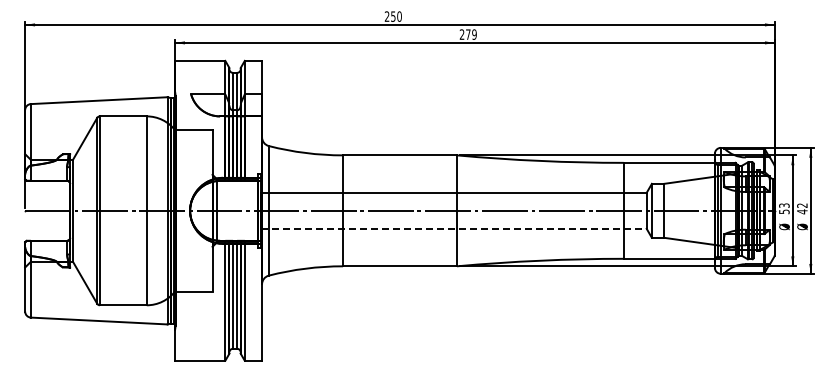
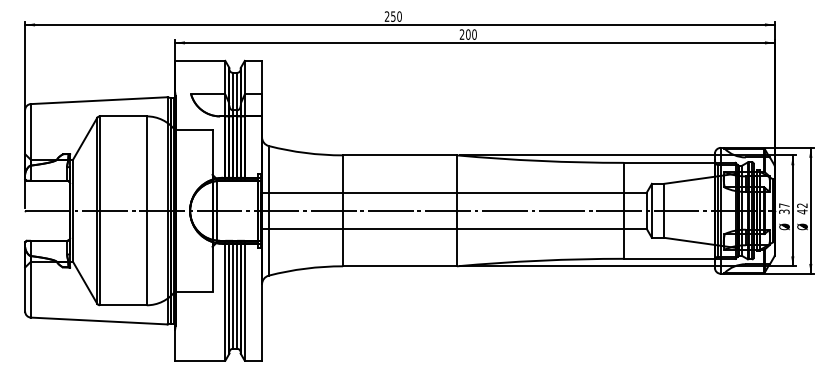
text at (471, 34): 279 -> 200
text at (784, 208): 53 -> 37
line at (454, 228): dashed -> solid
